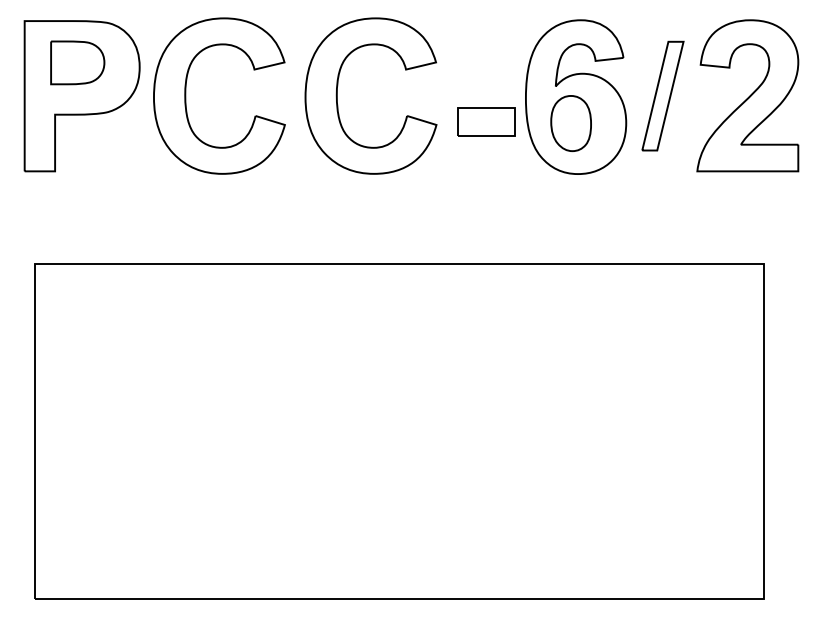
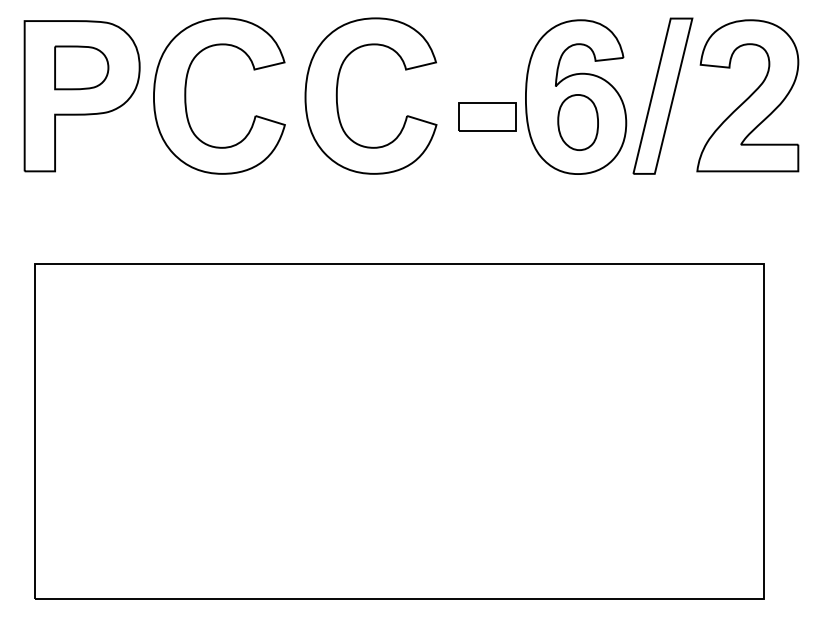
part at (77, 62) position: (77, 62) -> (81, 67)
part at (662, 95) size: 44x112 px -> 62x158 px
part at (486, 121) position: (486, 121) -> (487, 116)
part at (570, 123) position: (570, 123) -> (577, 122)
